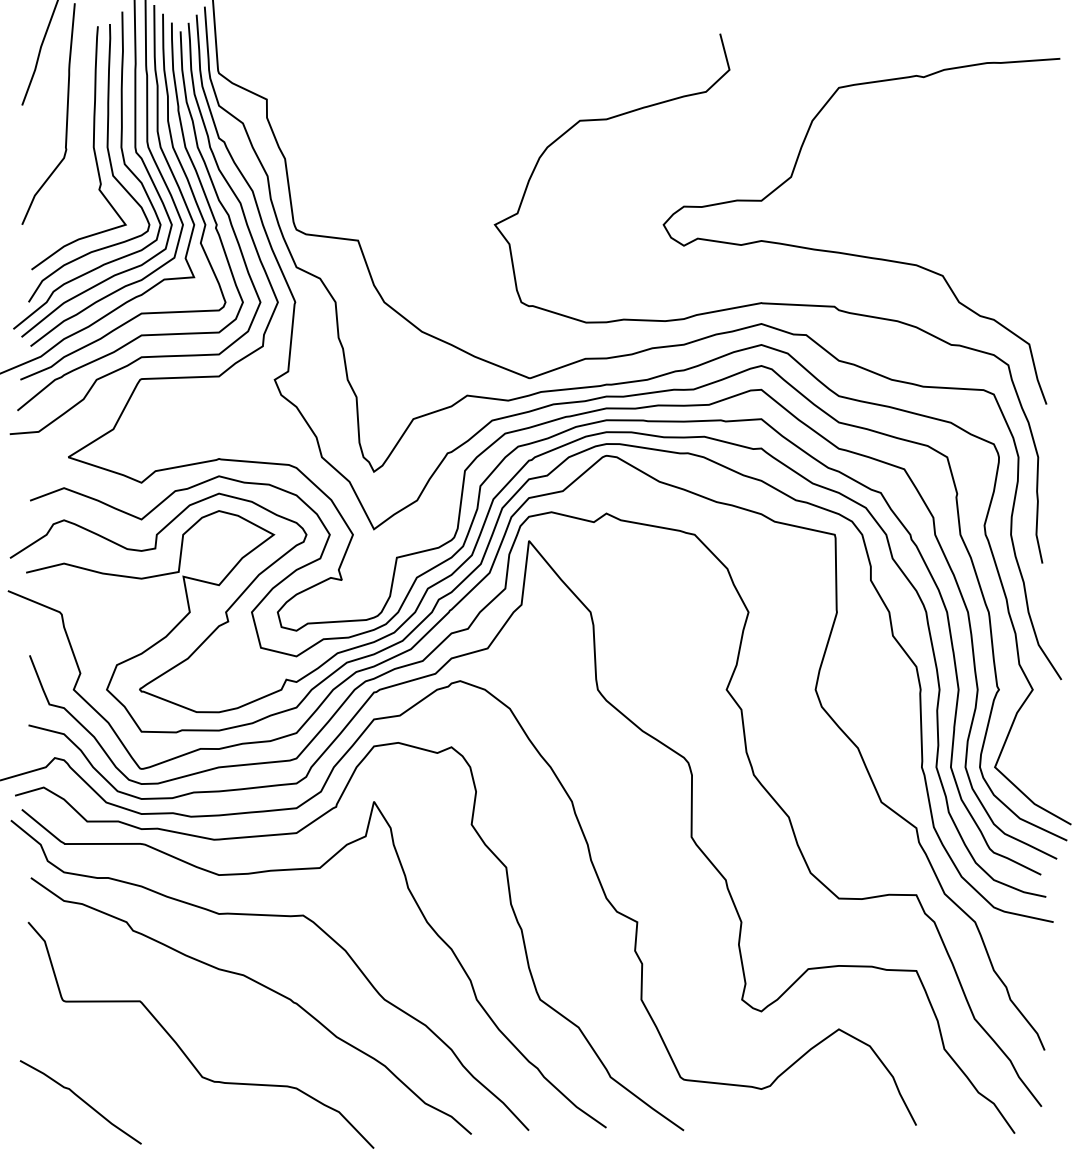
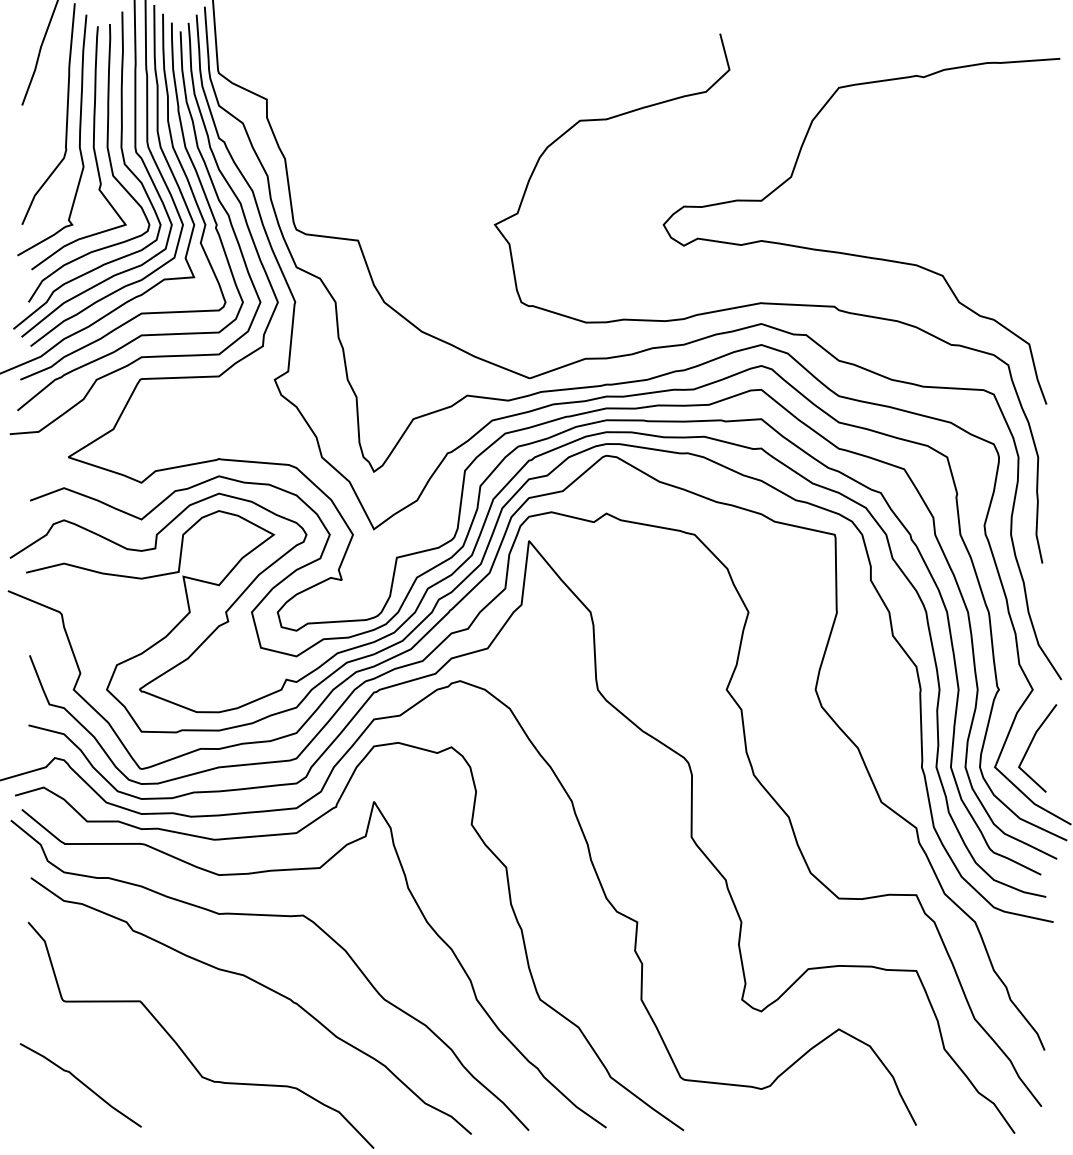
curve at (79, 135): none -> present
line at (1031, 744): none -> present
curve at (81, 1100) position: (81, 1100) -> (81, 1083)
